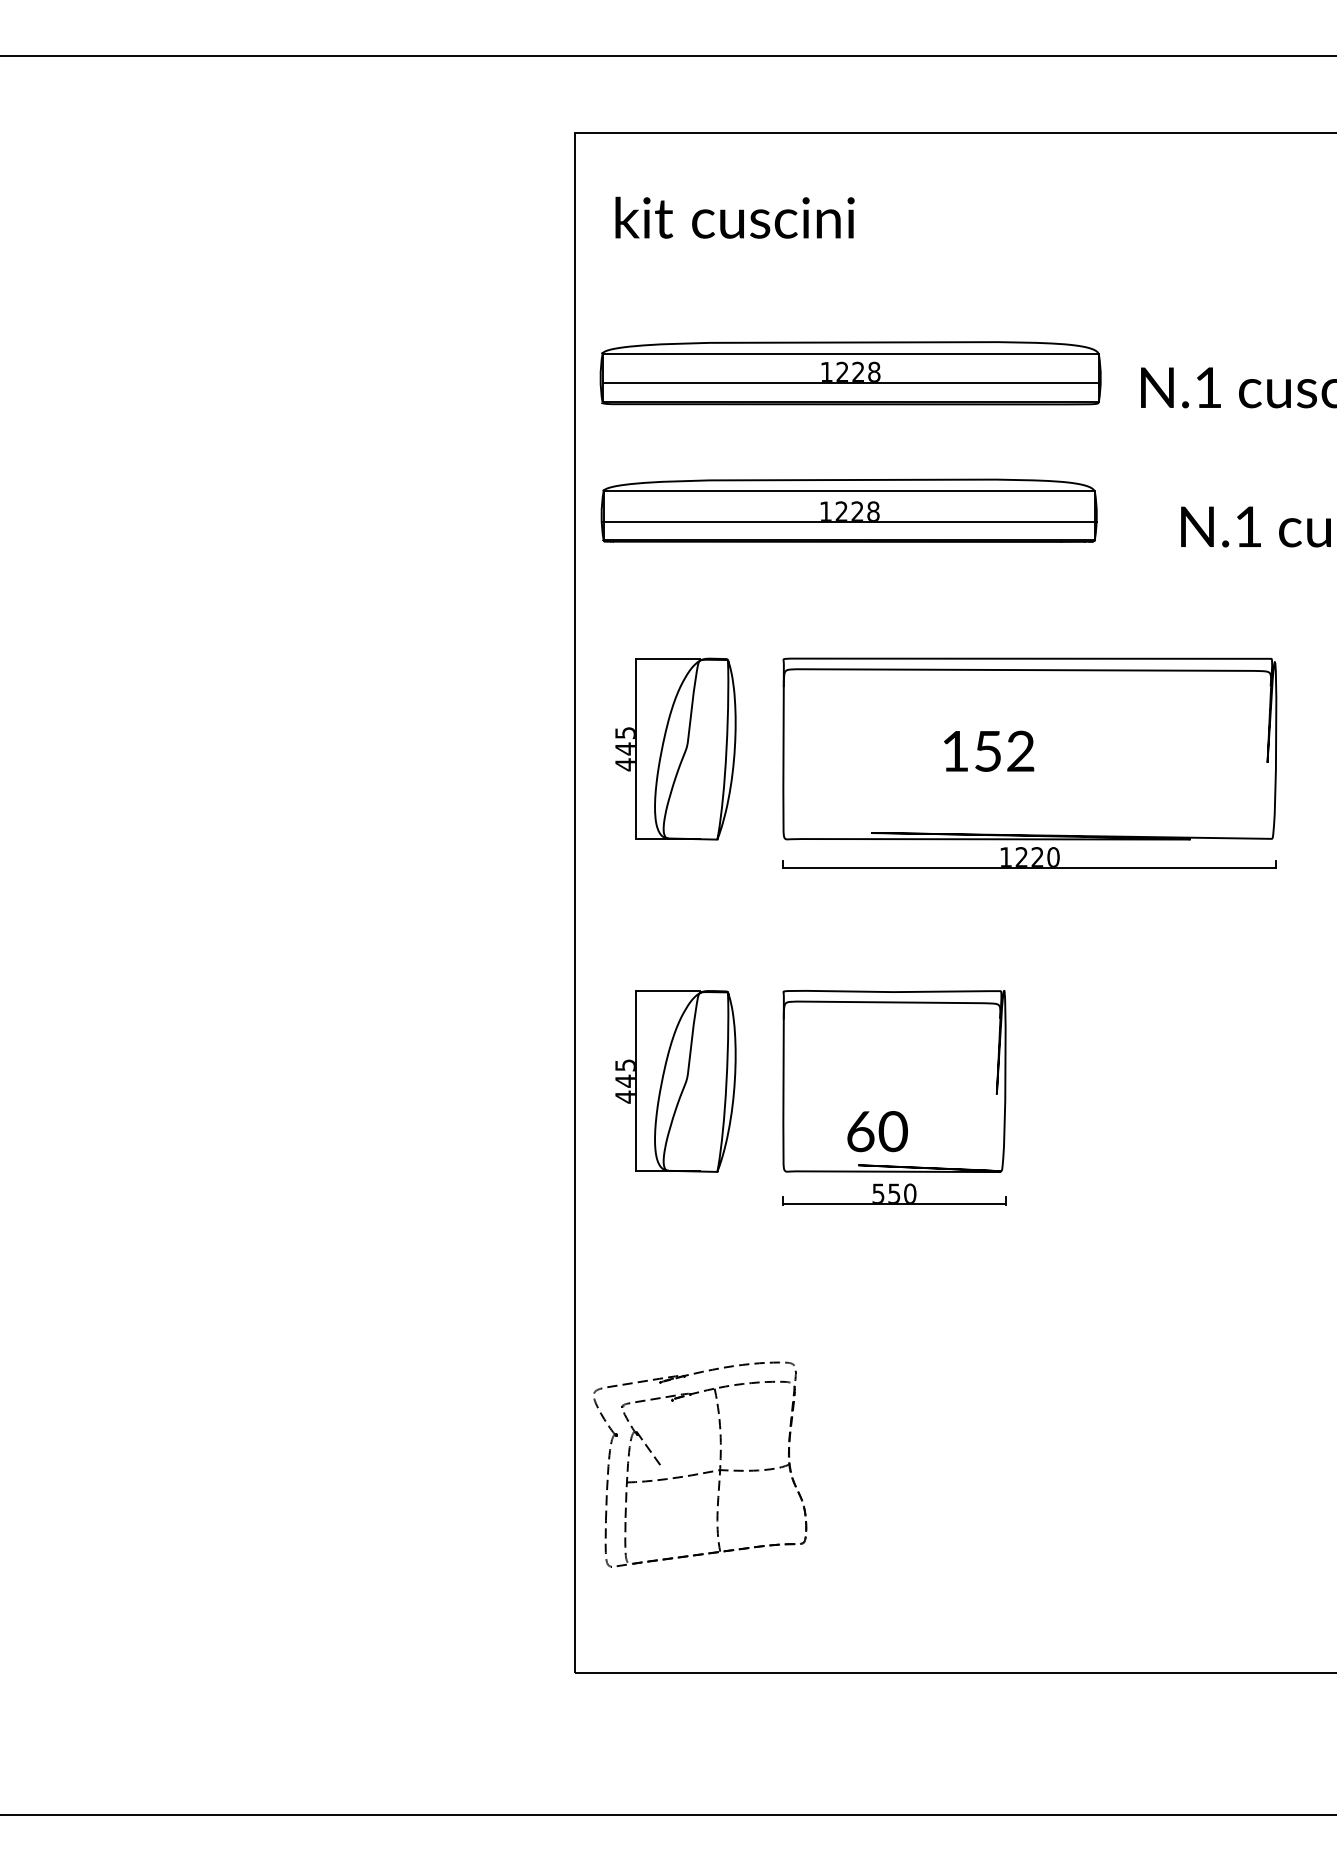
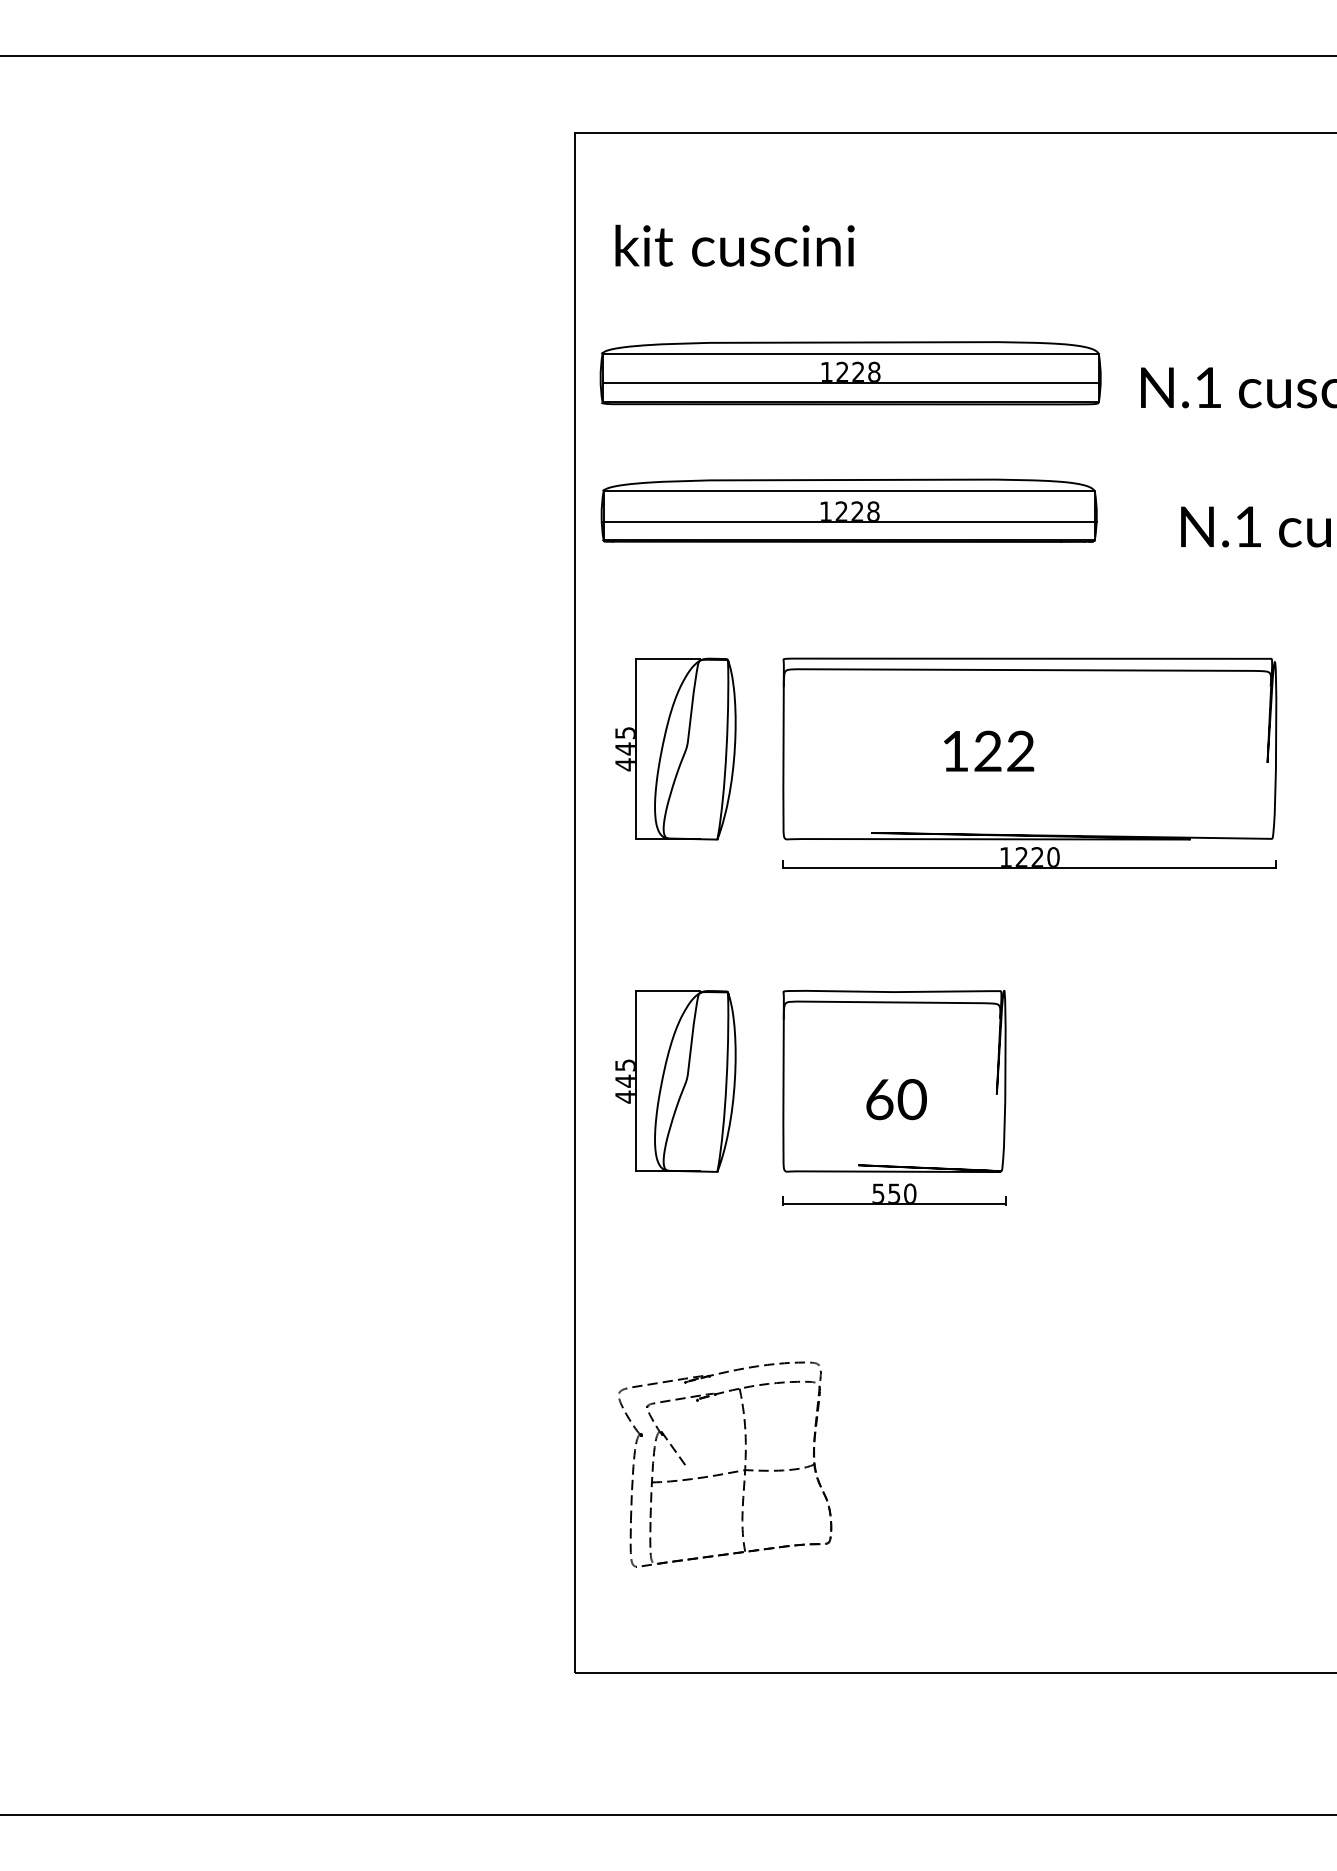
text at (734, 217) position: (734, 217) -> (734, 245)
text at (987, 750): 152 -> 122
text at (877, 1131) position: (877, 1131) -> (896, 1099)
part at (703, 1472) position: (703, 1472) -> (728, 1472)
